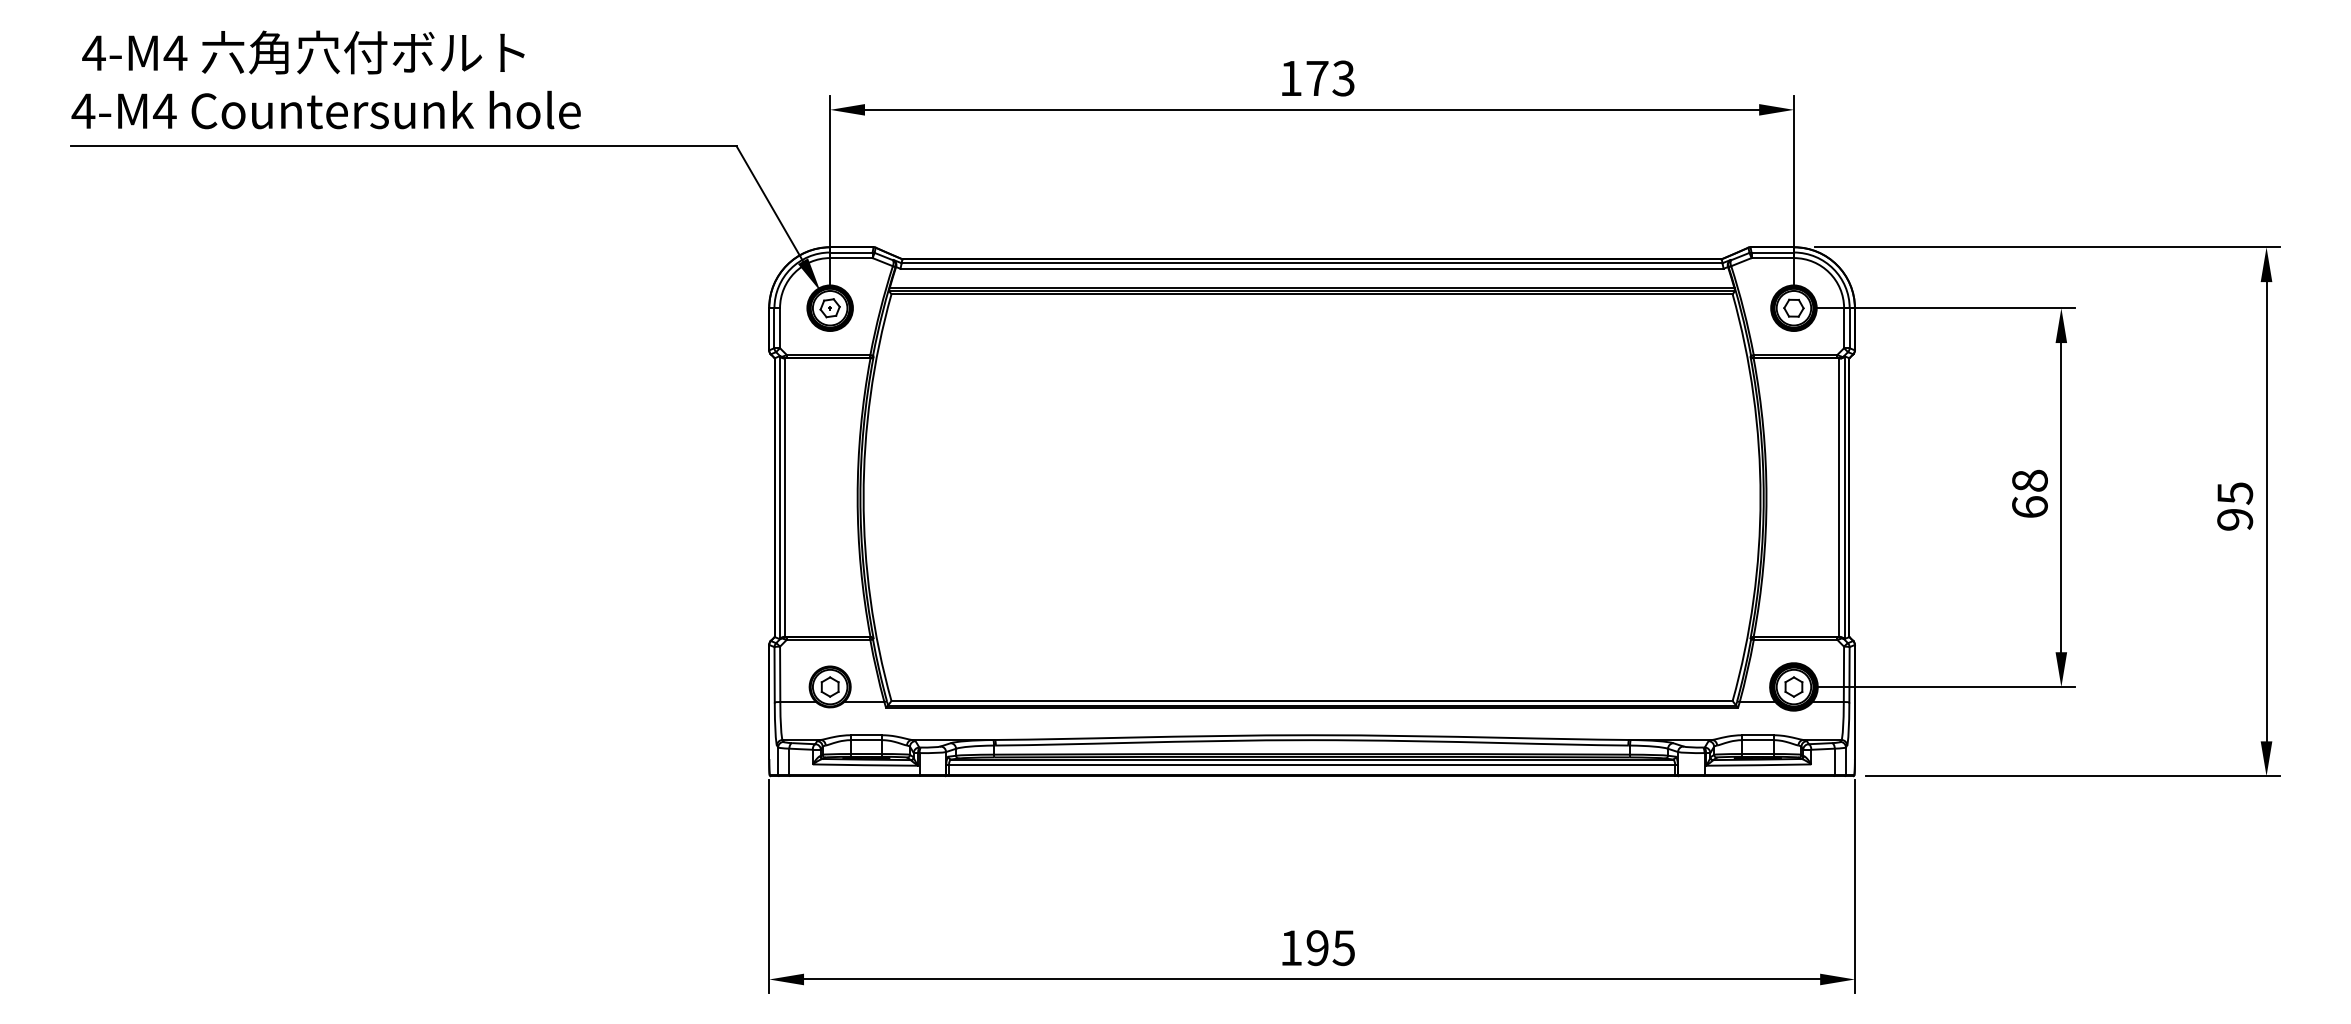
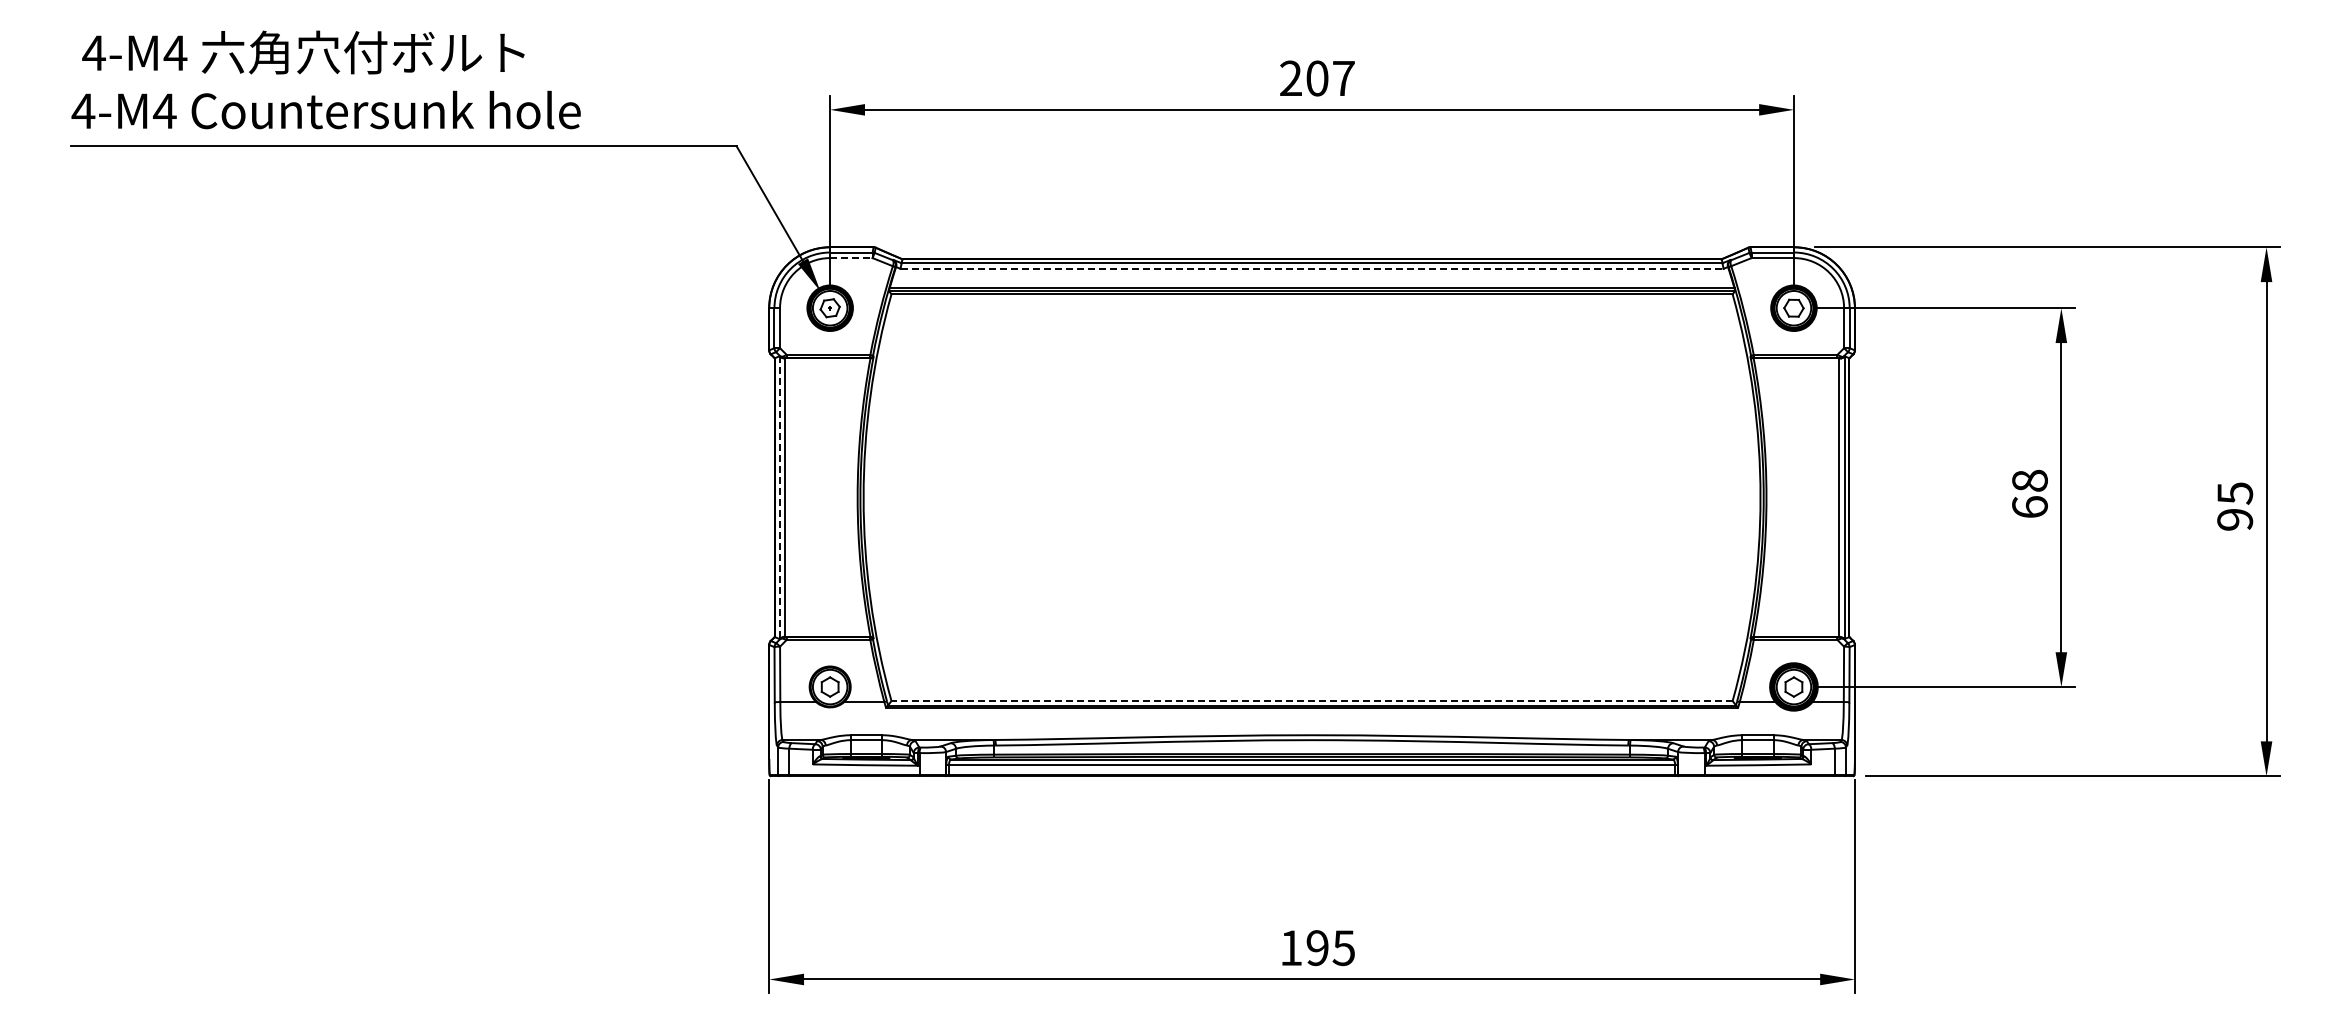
text at (1317, 78): 173 -> 207
line at (851, 258): solid -> dashed
line at (1312, 268): solid -> dashed
line at (779, 498): solid -> dashed
line at (1312, 701): solid -> dashed
